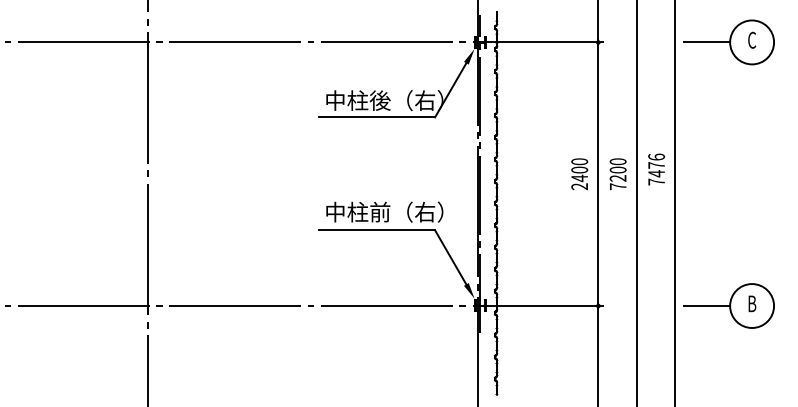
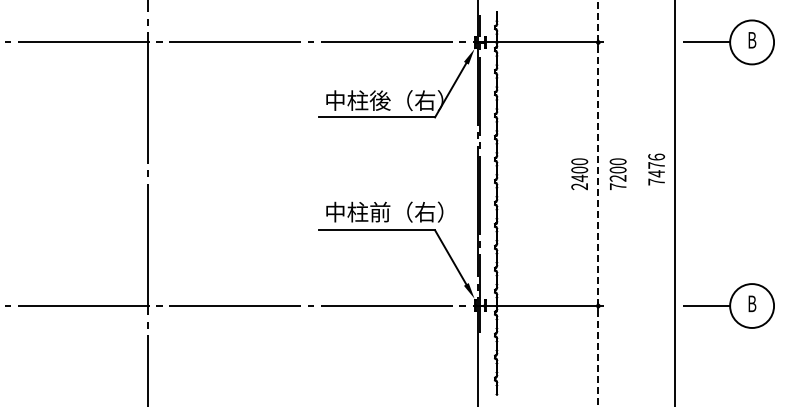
text at (752, 39): C -> B
line at (636, 202): present -> none
line at (598, 203): solid -> dashed
